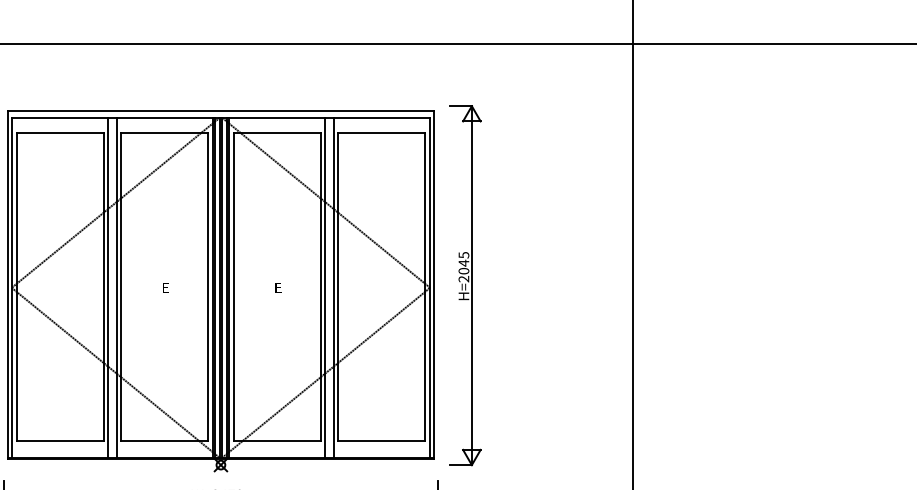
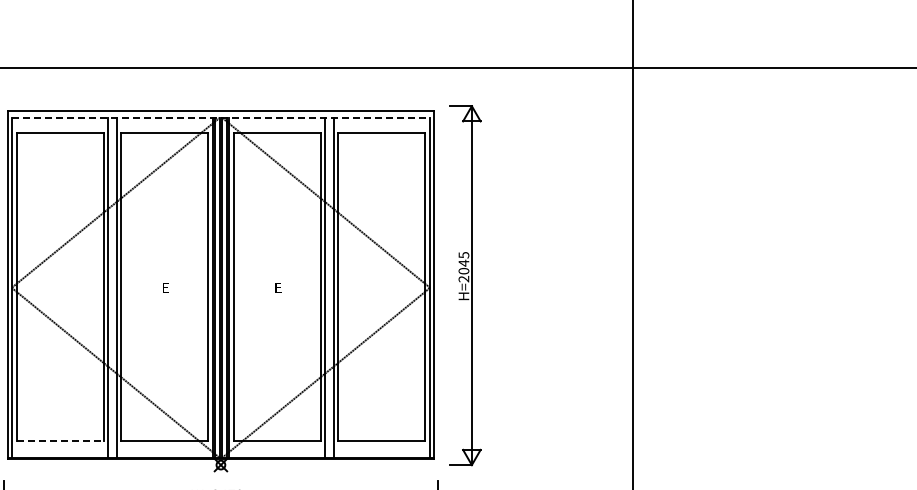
line at (457, 44) position: (457, 44) -> (457, 68)
line at (221, 117): solid -> dashed
line at (61, 441): solid -> dashed
